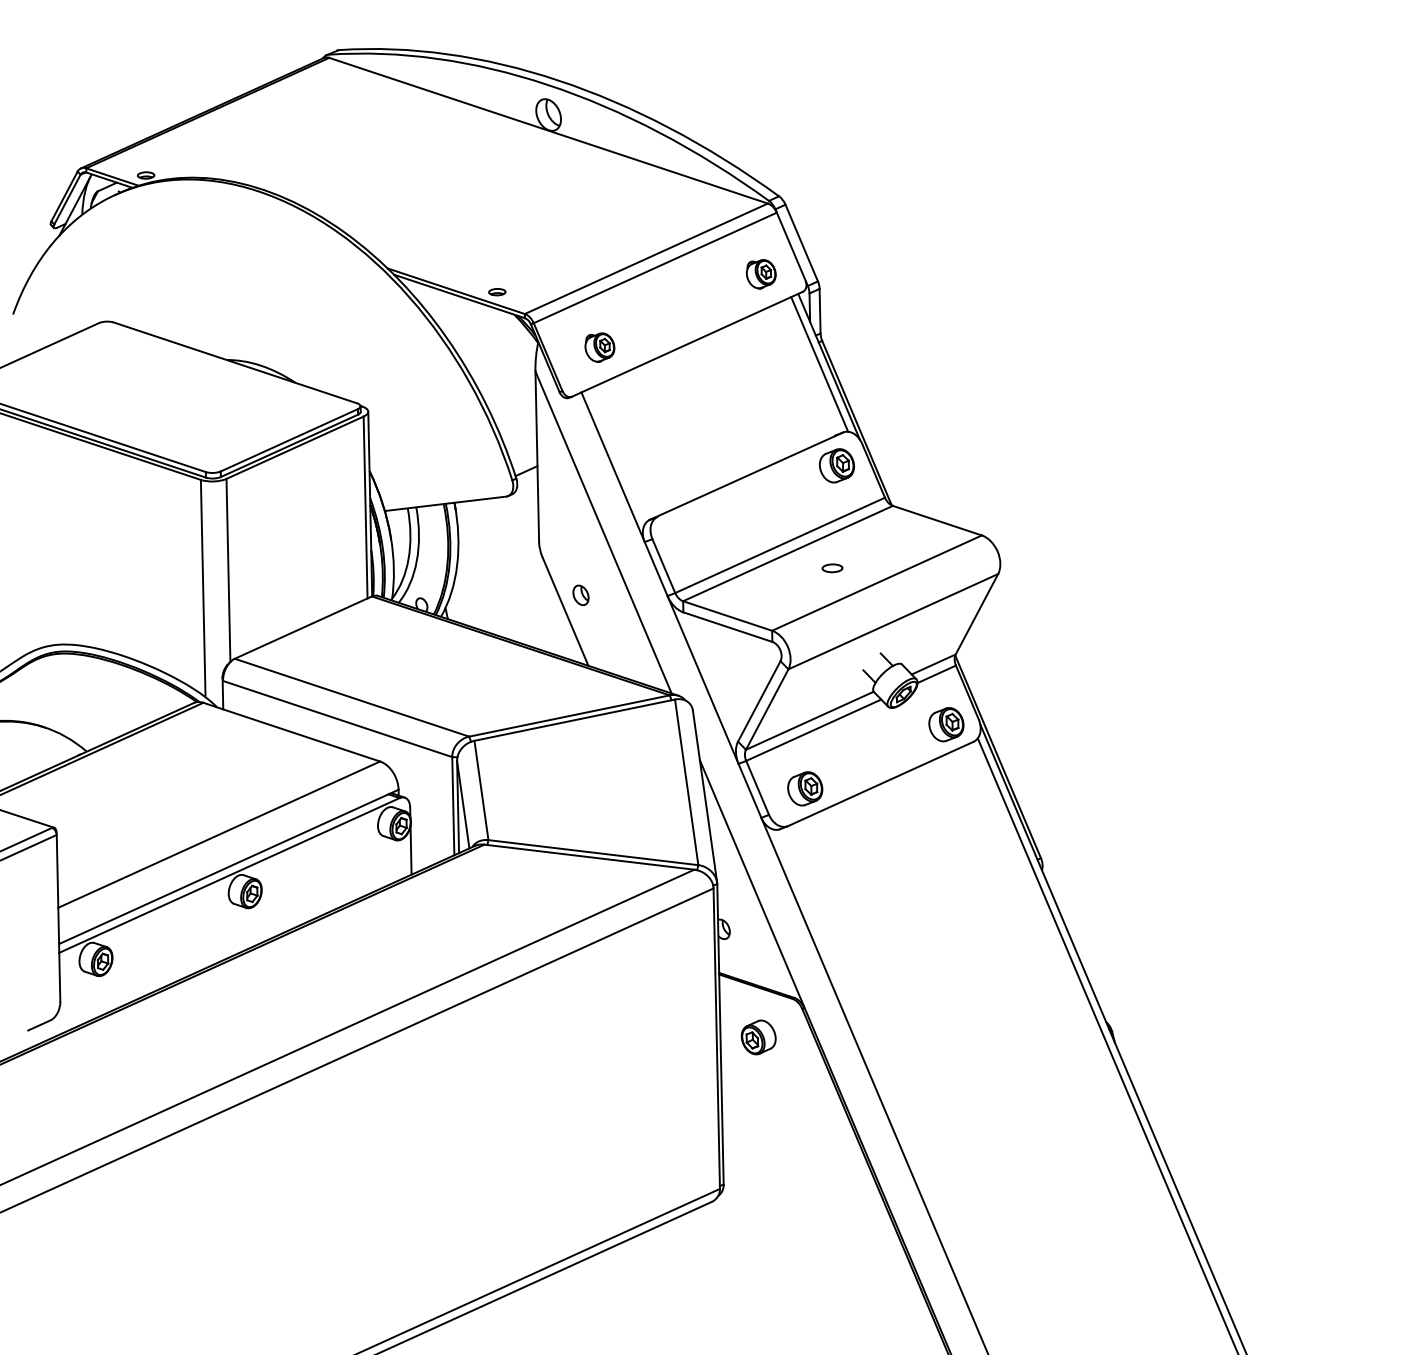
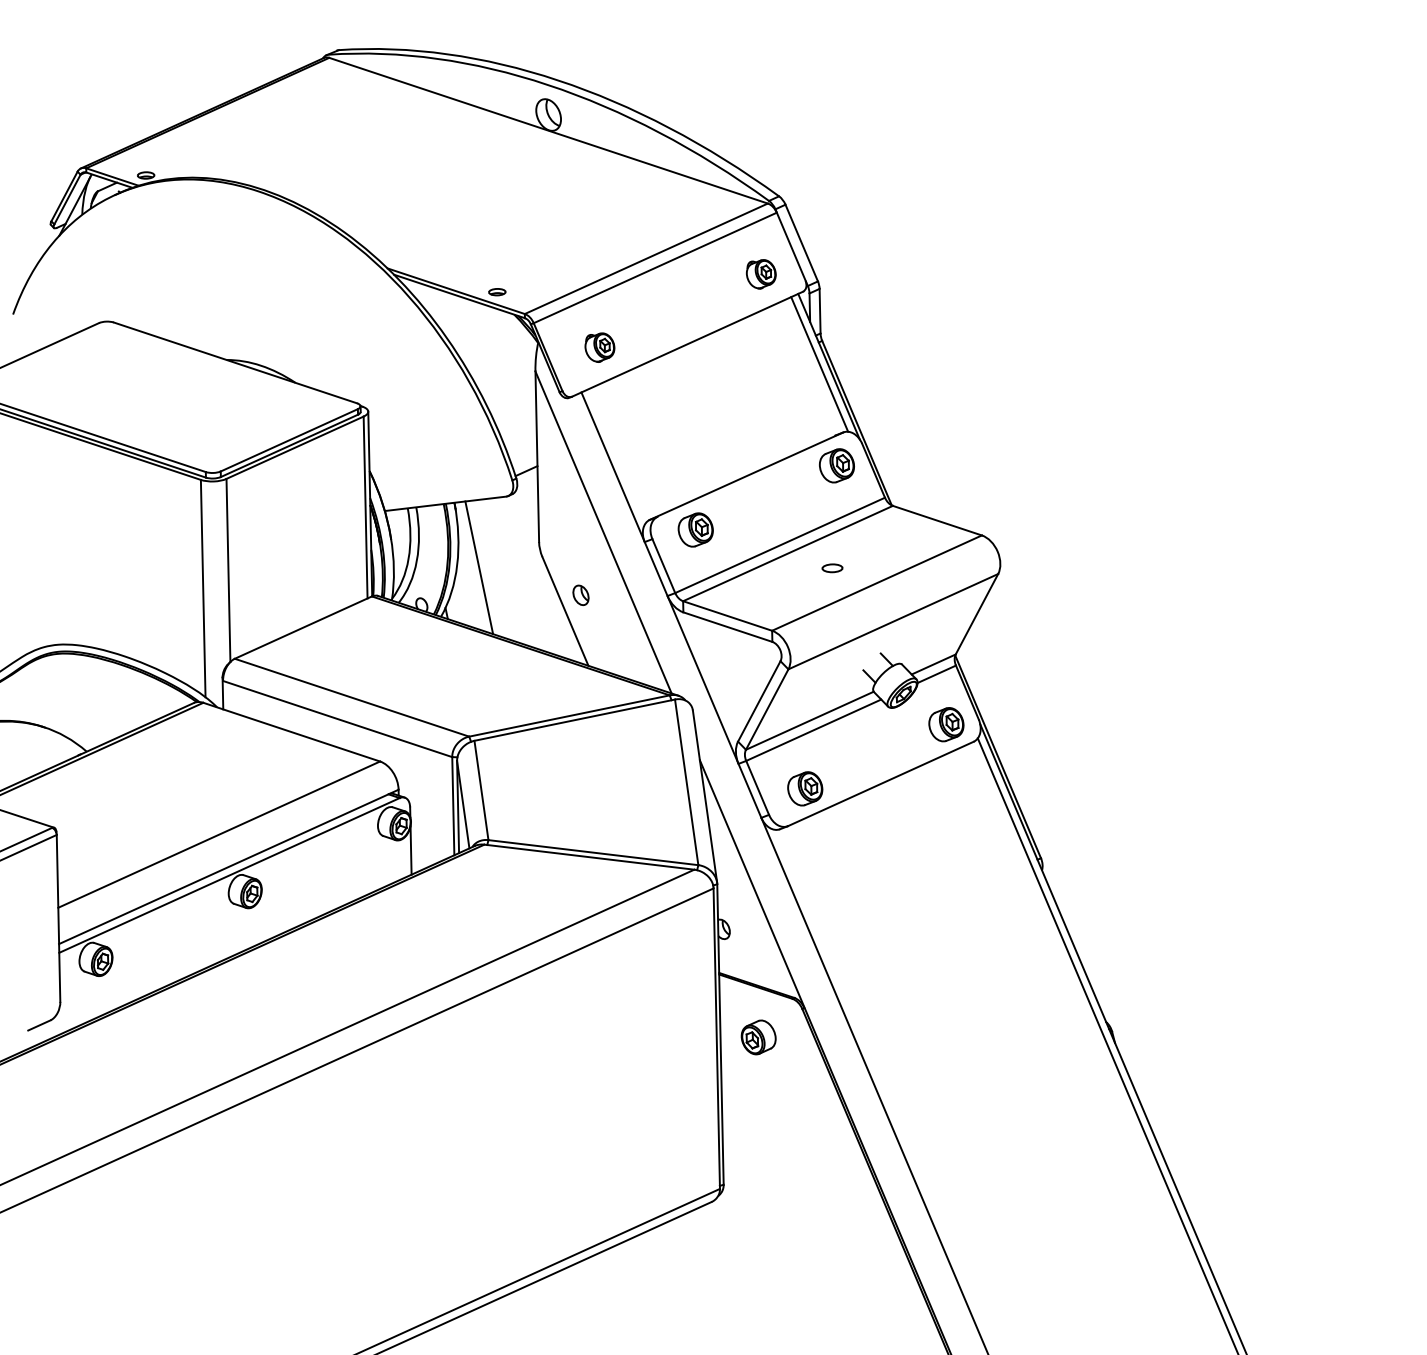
part at (695, 529): none -> present
line at (479, 567): none -> present
